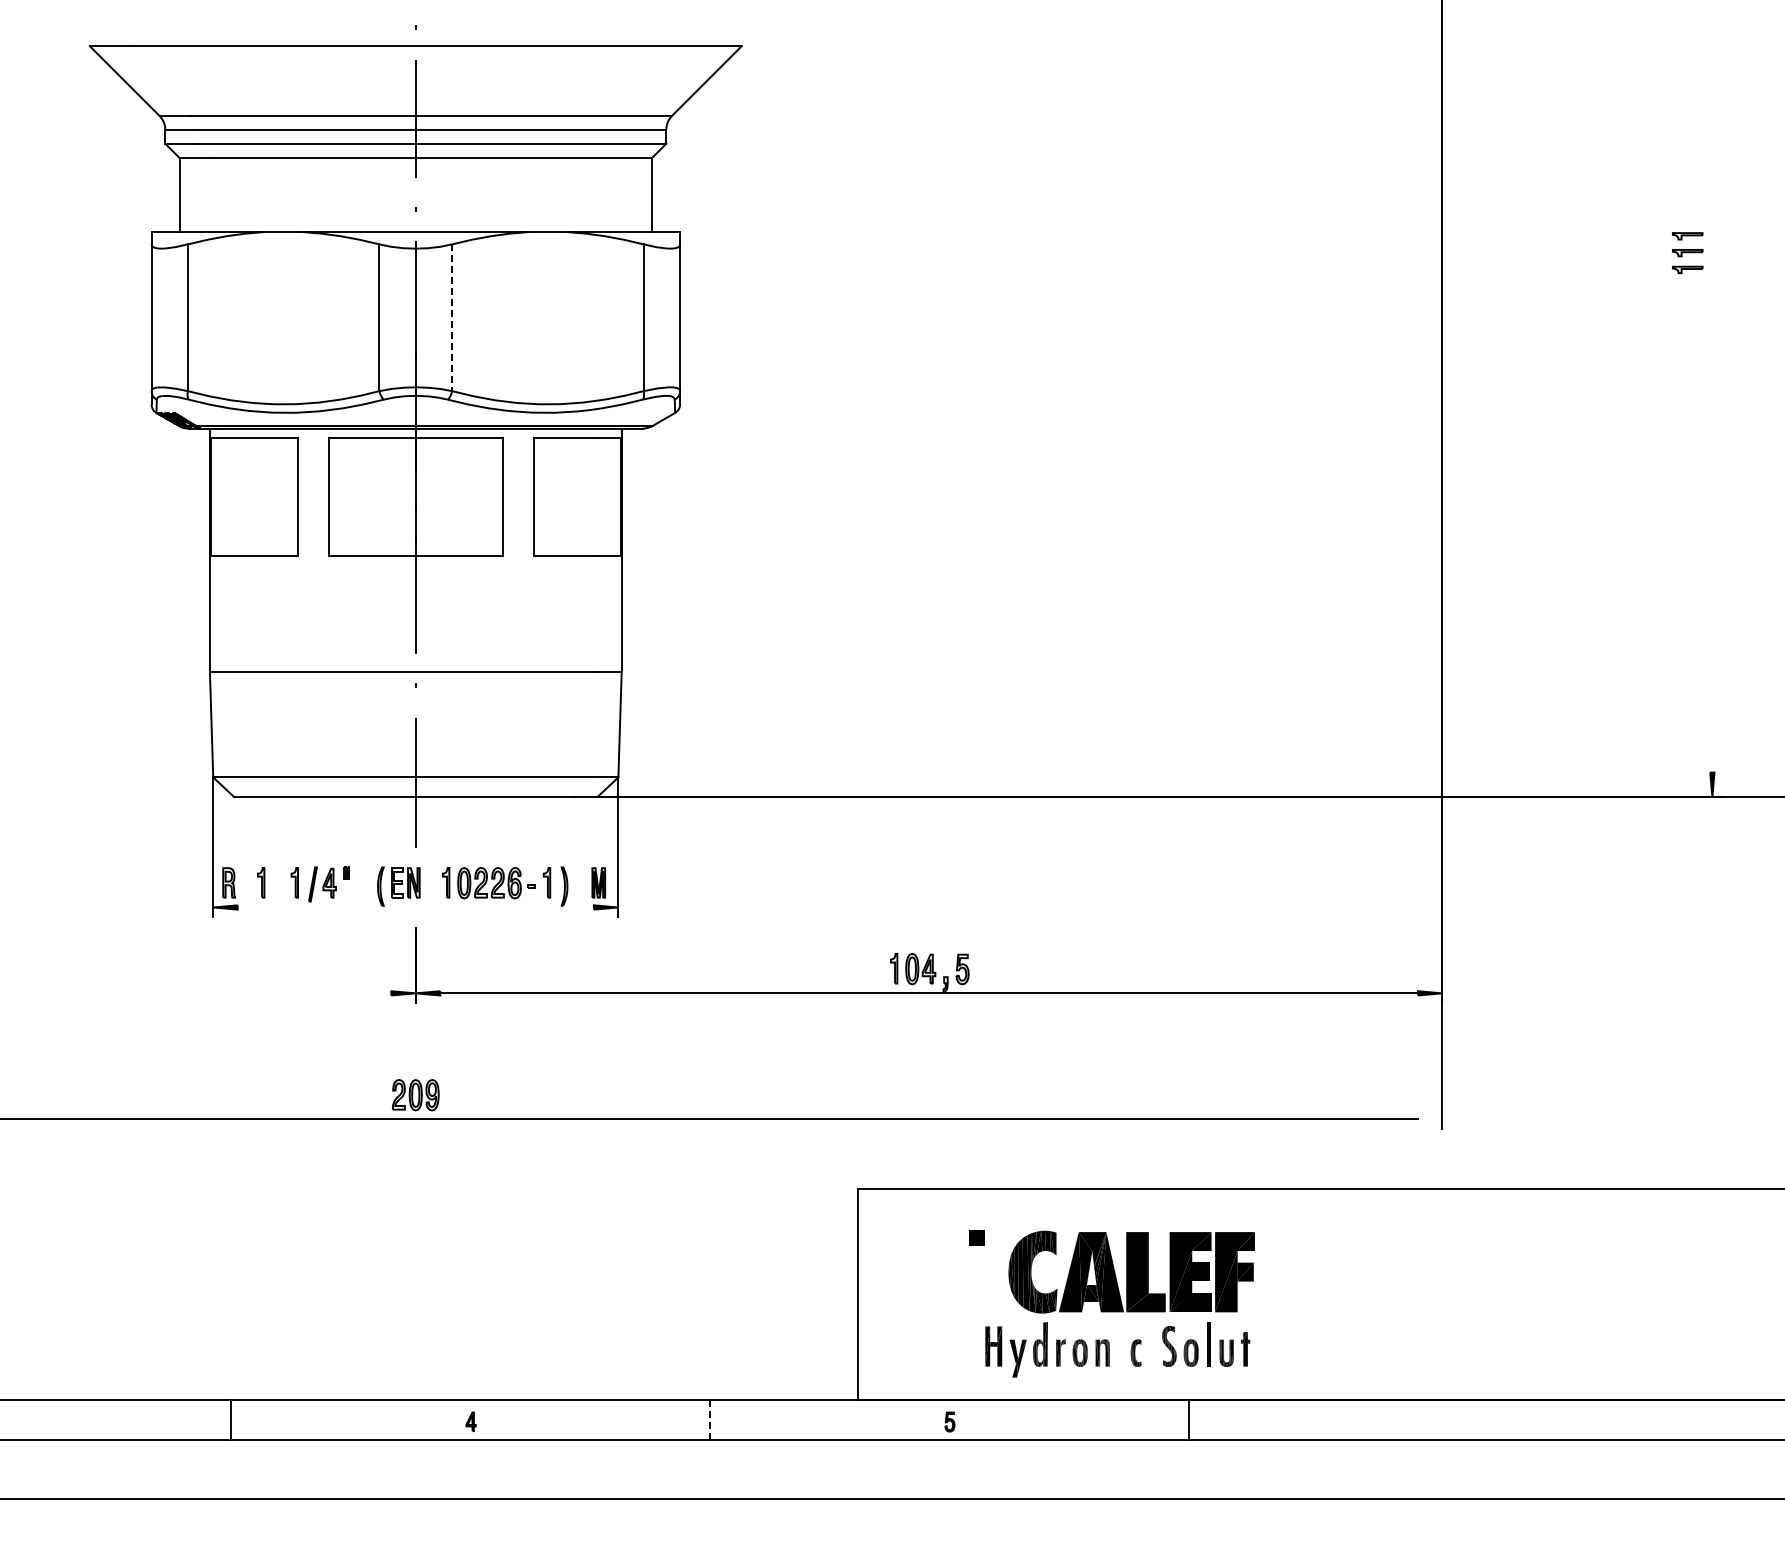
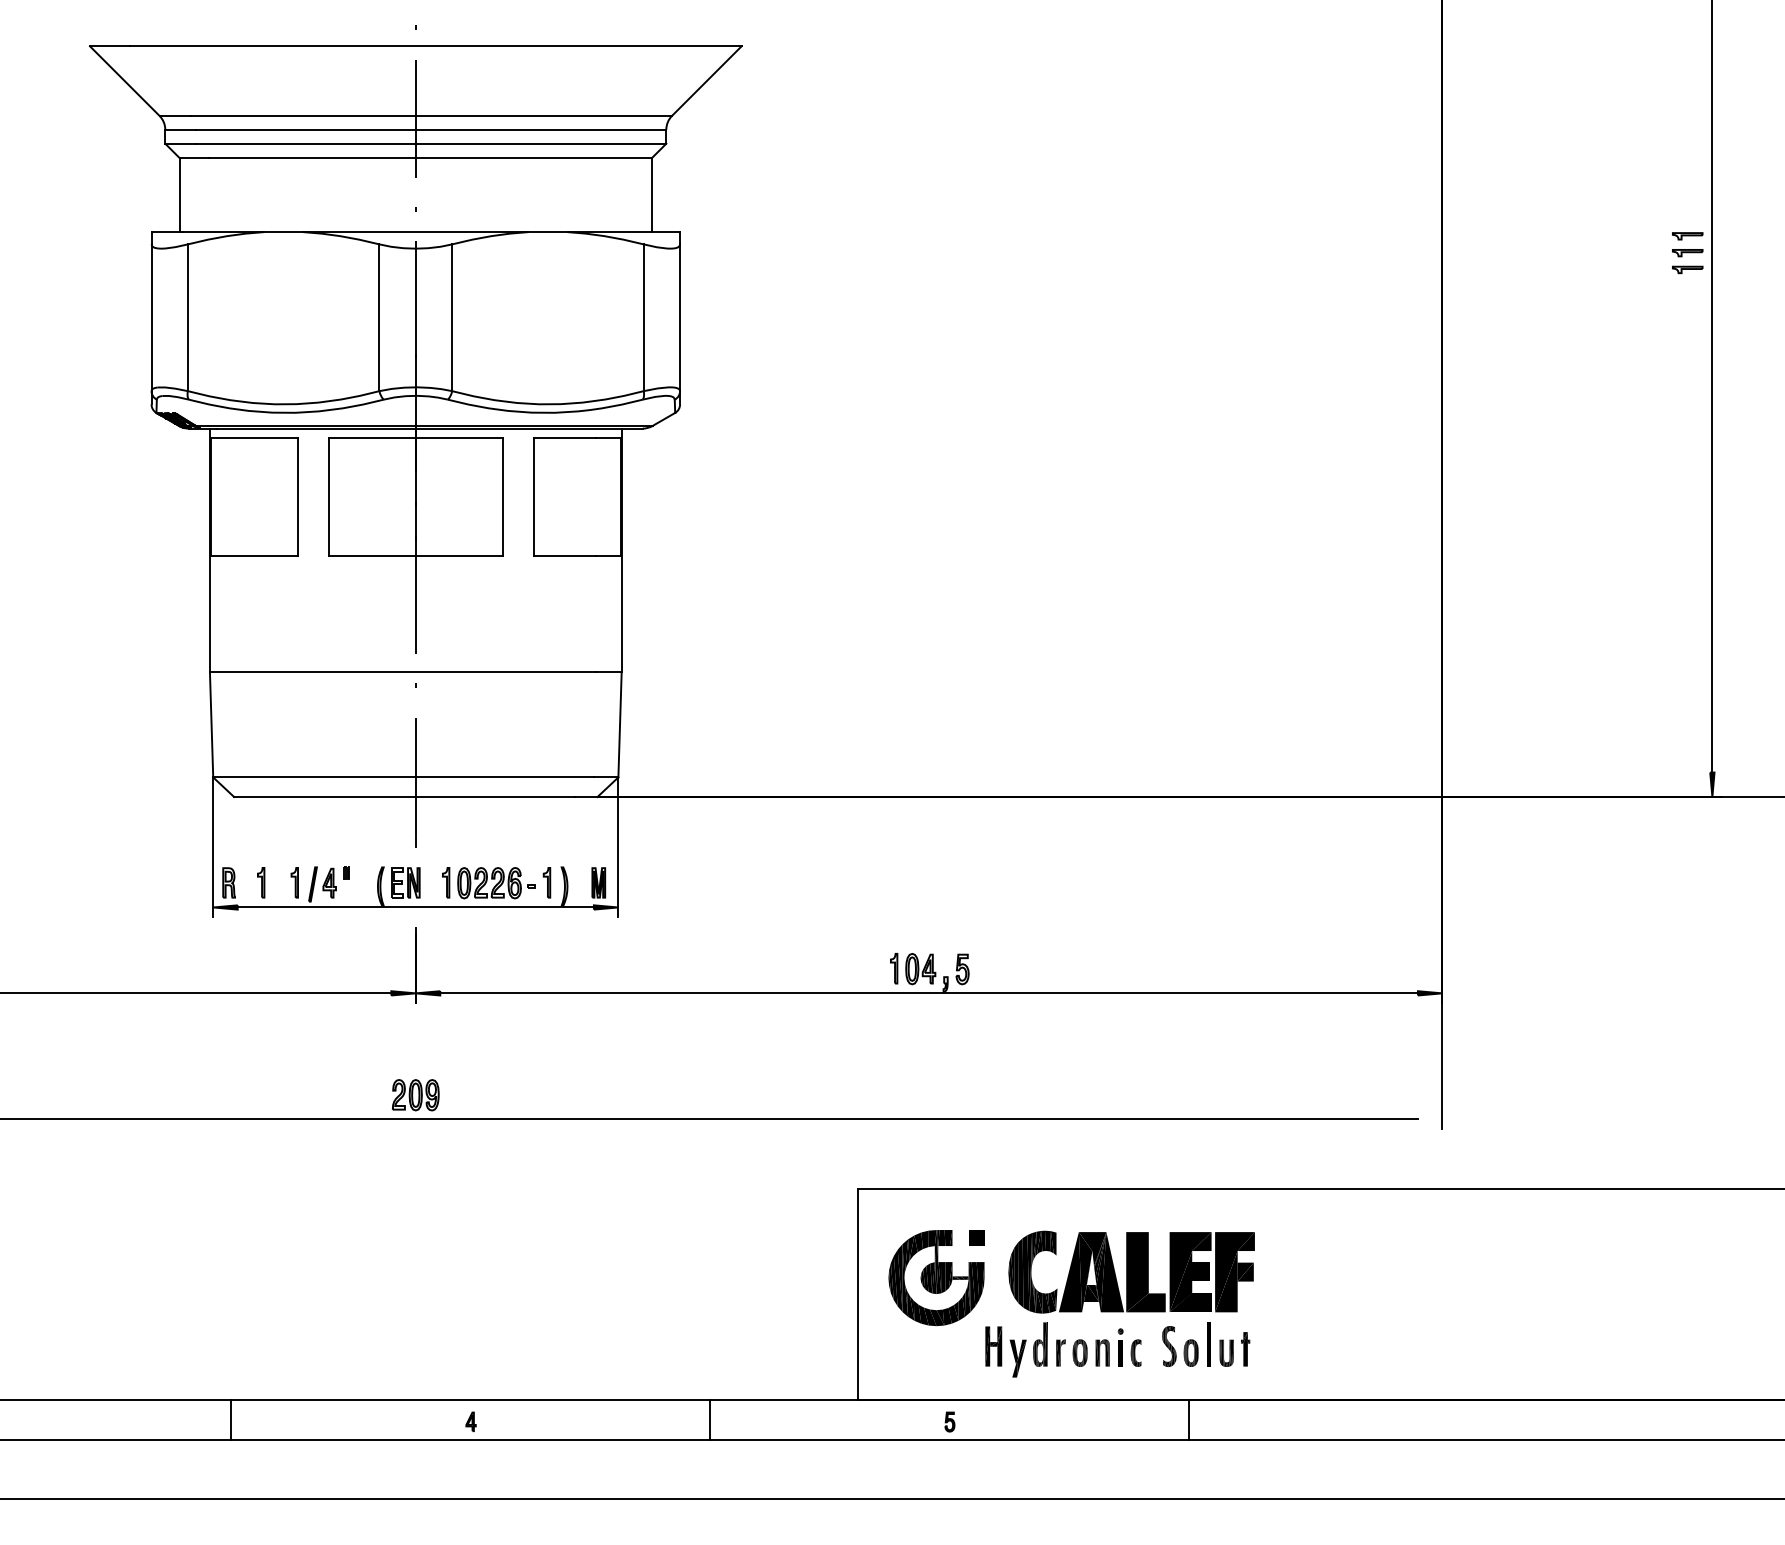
line at (452, 318): dashed -> solid
line at (1712, 387): none -> present
line at (415, 907): none -> present
line at (196, 993): none -> present
part at (936, 1278): none -> present
part at (1120, 1347): none -> present
line at (710, 1420): dashed -> solid
